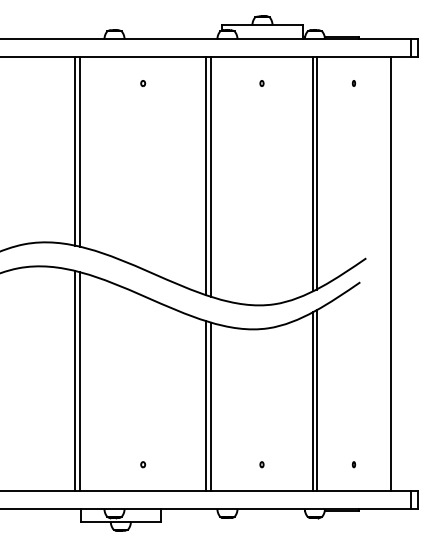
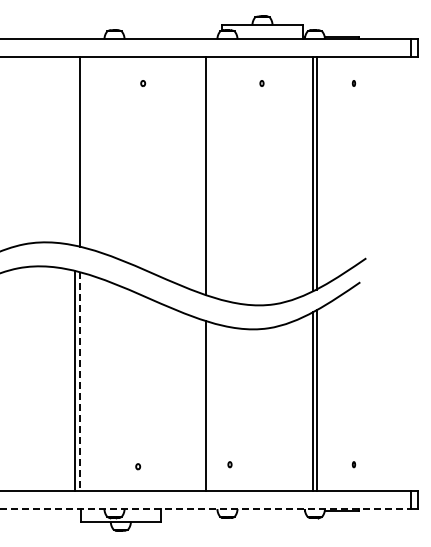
line at (74, 151): present -> none
line at (210, 176): present -> none
line at (391, 273): present -> none
line at (79, 382): solid -> dashed
line at (210, 406): present -> none
part at (143, 464) position: (143, 464) -> (138, 466)
part at (261, 464) position: (261, 464) -> (229, 464)
line at (205, 509): solid -> dashed
